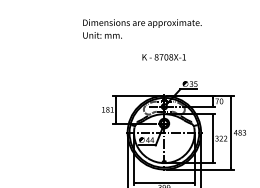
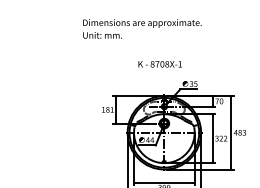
text at (163, 57) position: (163, 57) -> (159, 64)
